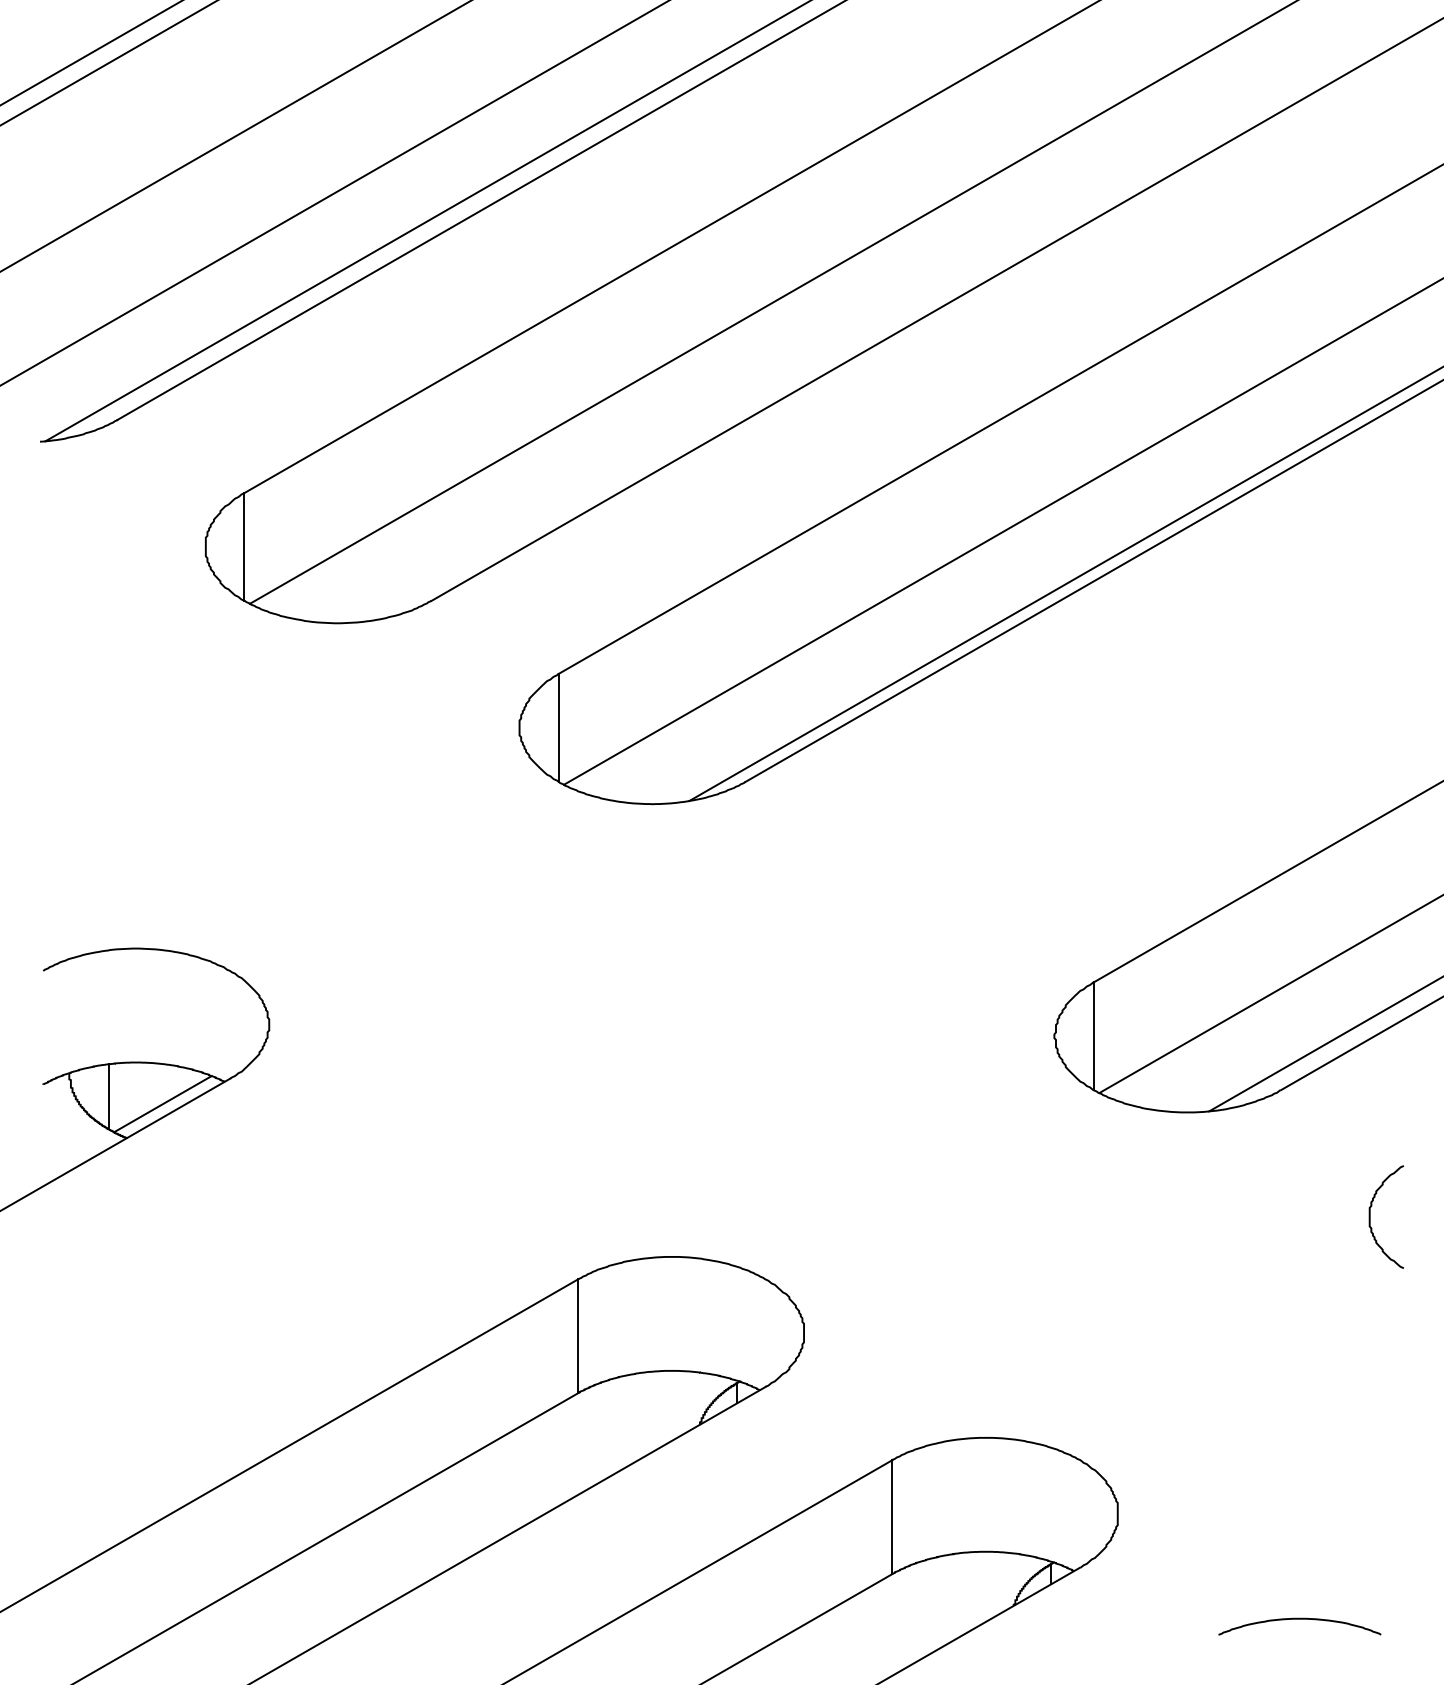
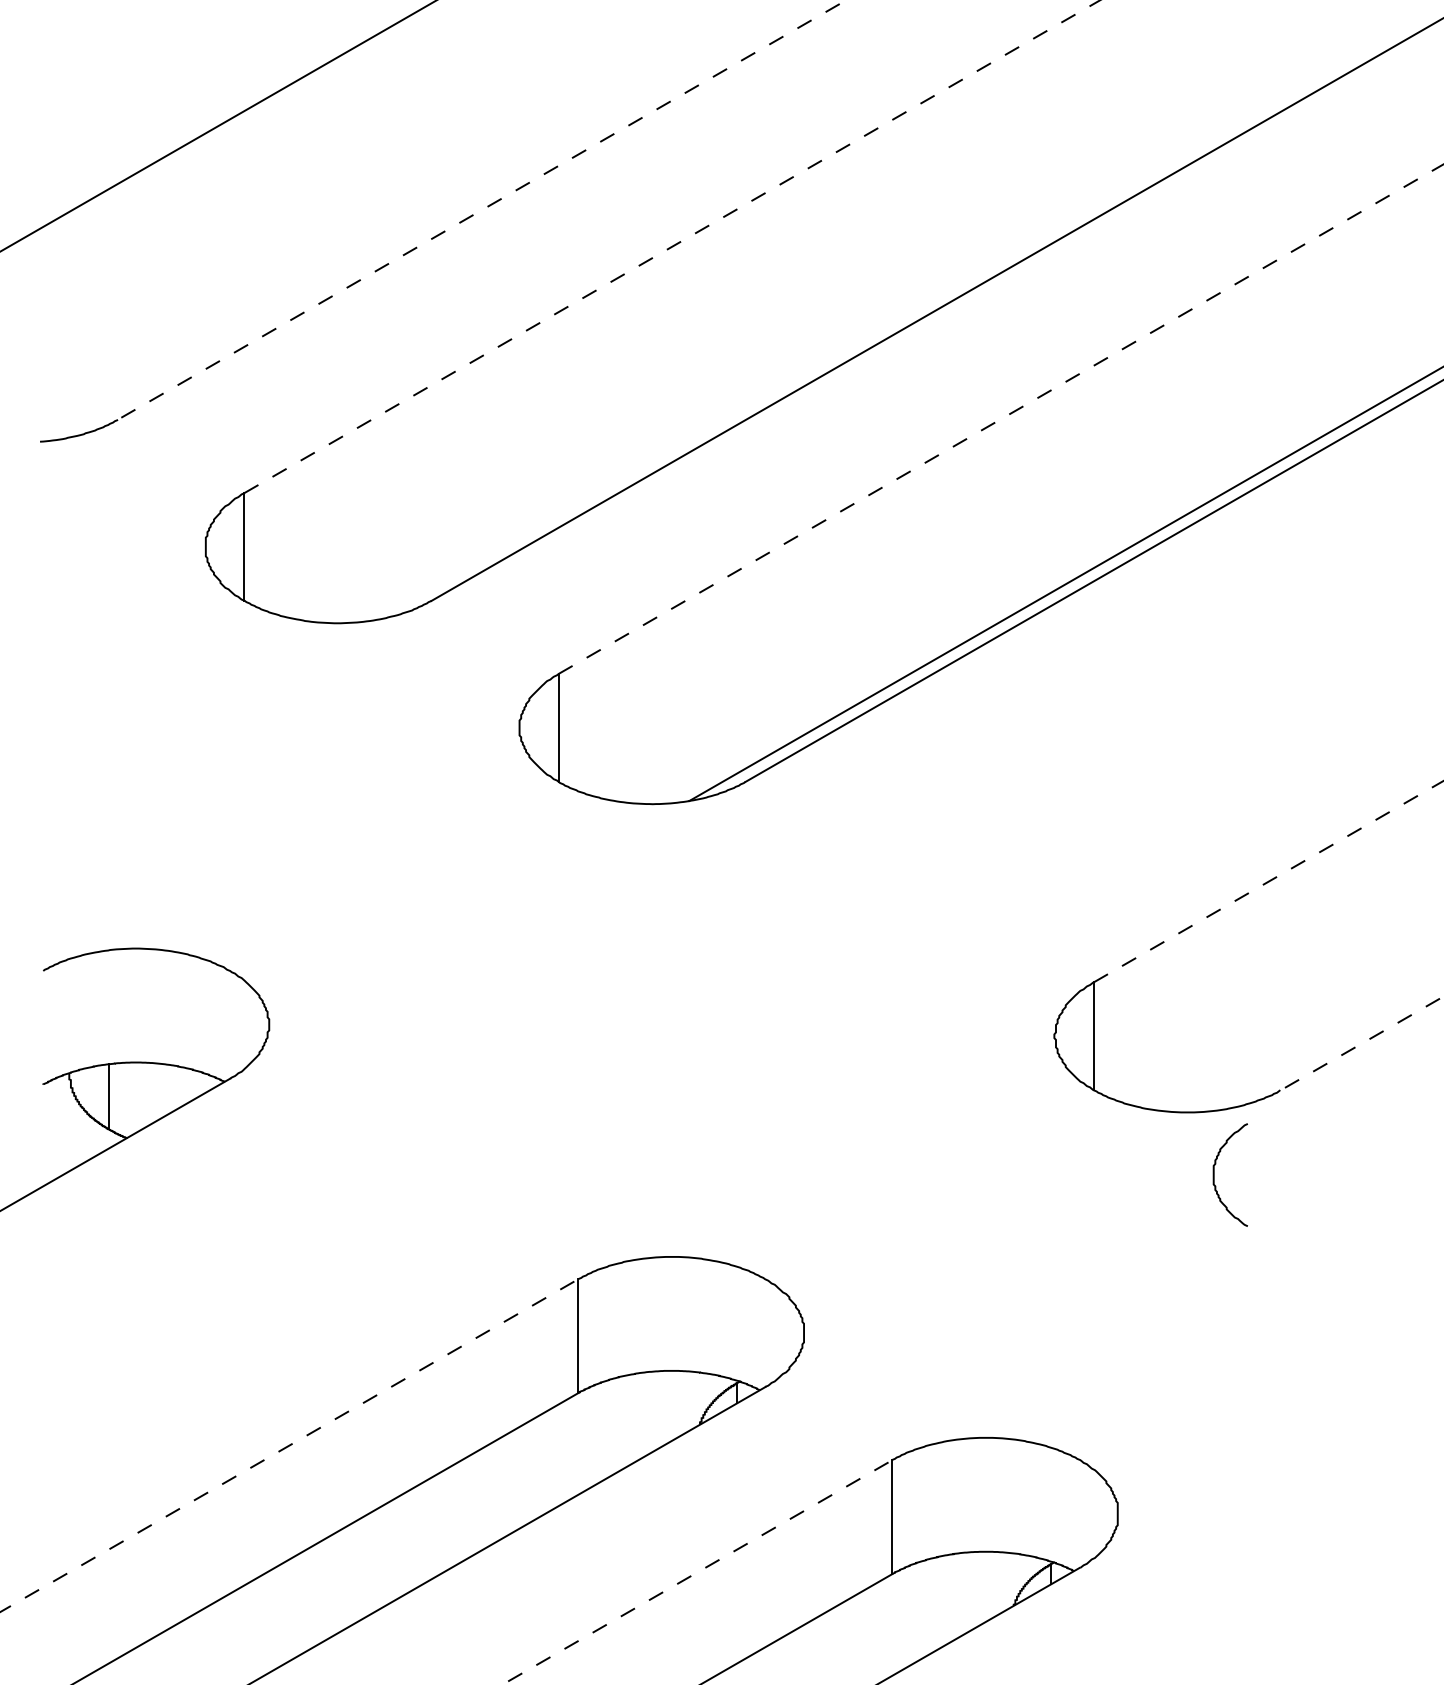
line at (90, 53): present -> none
line at (108, 63): present -> none
line at (235, 136) position: (235, 136) -> (217, 126)
line at (334, 193): present -> none
line at (481, 210): solid -> dashed
line at (426, 221): present -> none
line at (672, 246): solid -> dashed
line at (771, 302): present -> none
line at (1001, 419): solid -> dashed
line at (1001, 532): present -> none
line at (1268, 881): solid -> dashed
line at (1269, 994): present -> none
line at (1362, 1043): solid -> dashed
line at (1324, 1044): present -> none
line at (162, 1104): present -> none
curve at (1370, 1216) position: (1370, 1216) -> (1214, 1174)
line at (289, 1445): solid -> dashed
line at (697, 1572): solid -> dashed
curve at (1299, 1619): present -> none
